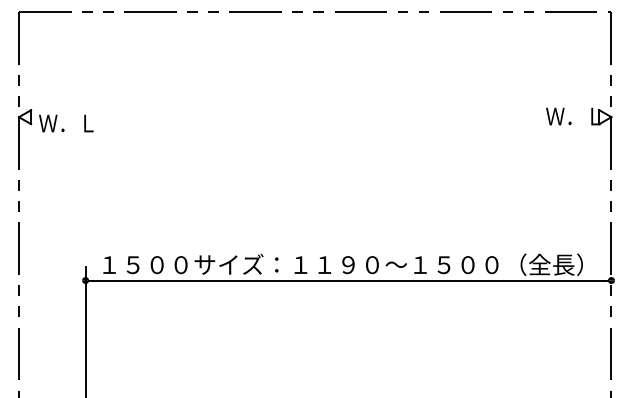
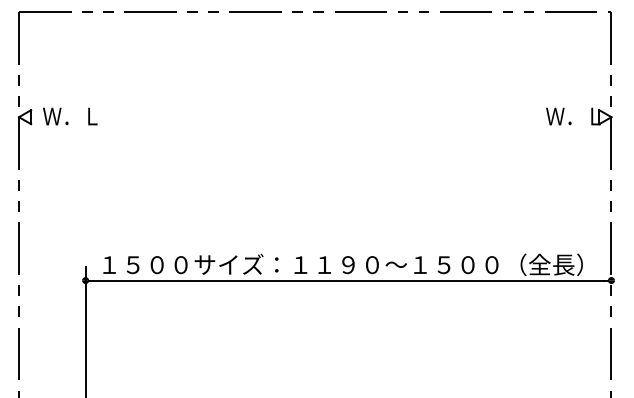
text at (66, 123) position: (66, 123) -> (70, 116)
